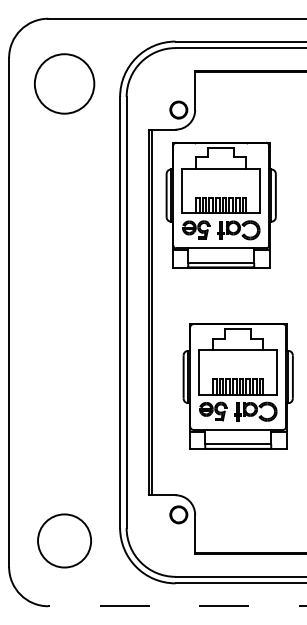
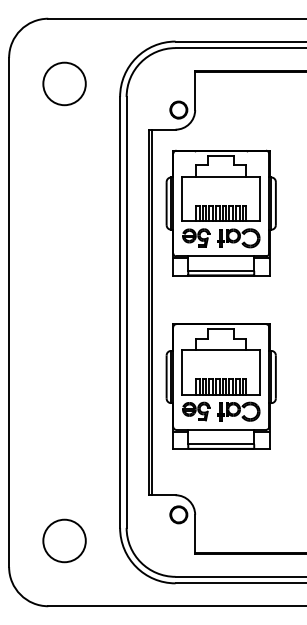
circle at (64, 83) diameter: 59 px -> 42 px
part at (220, 204) position: (220, 204) -> (220, 212)
part at (237, 386) position: (237, 386) -> (220, 386)
circle at (64, 540) diameter: 53 px -> 42 px
line at (177, 606): dashed -> solid
